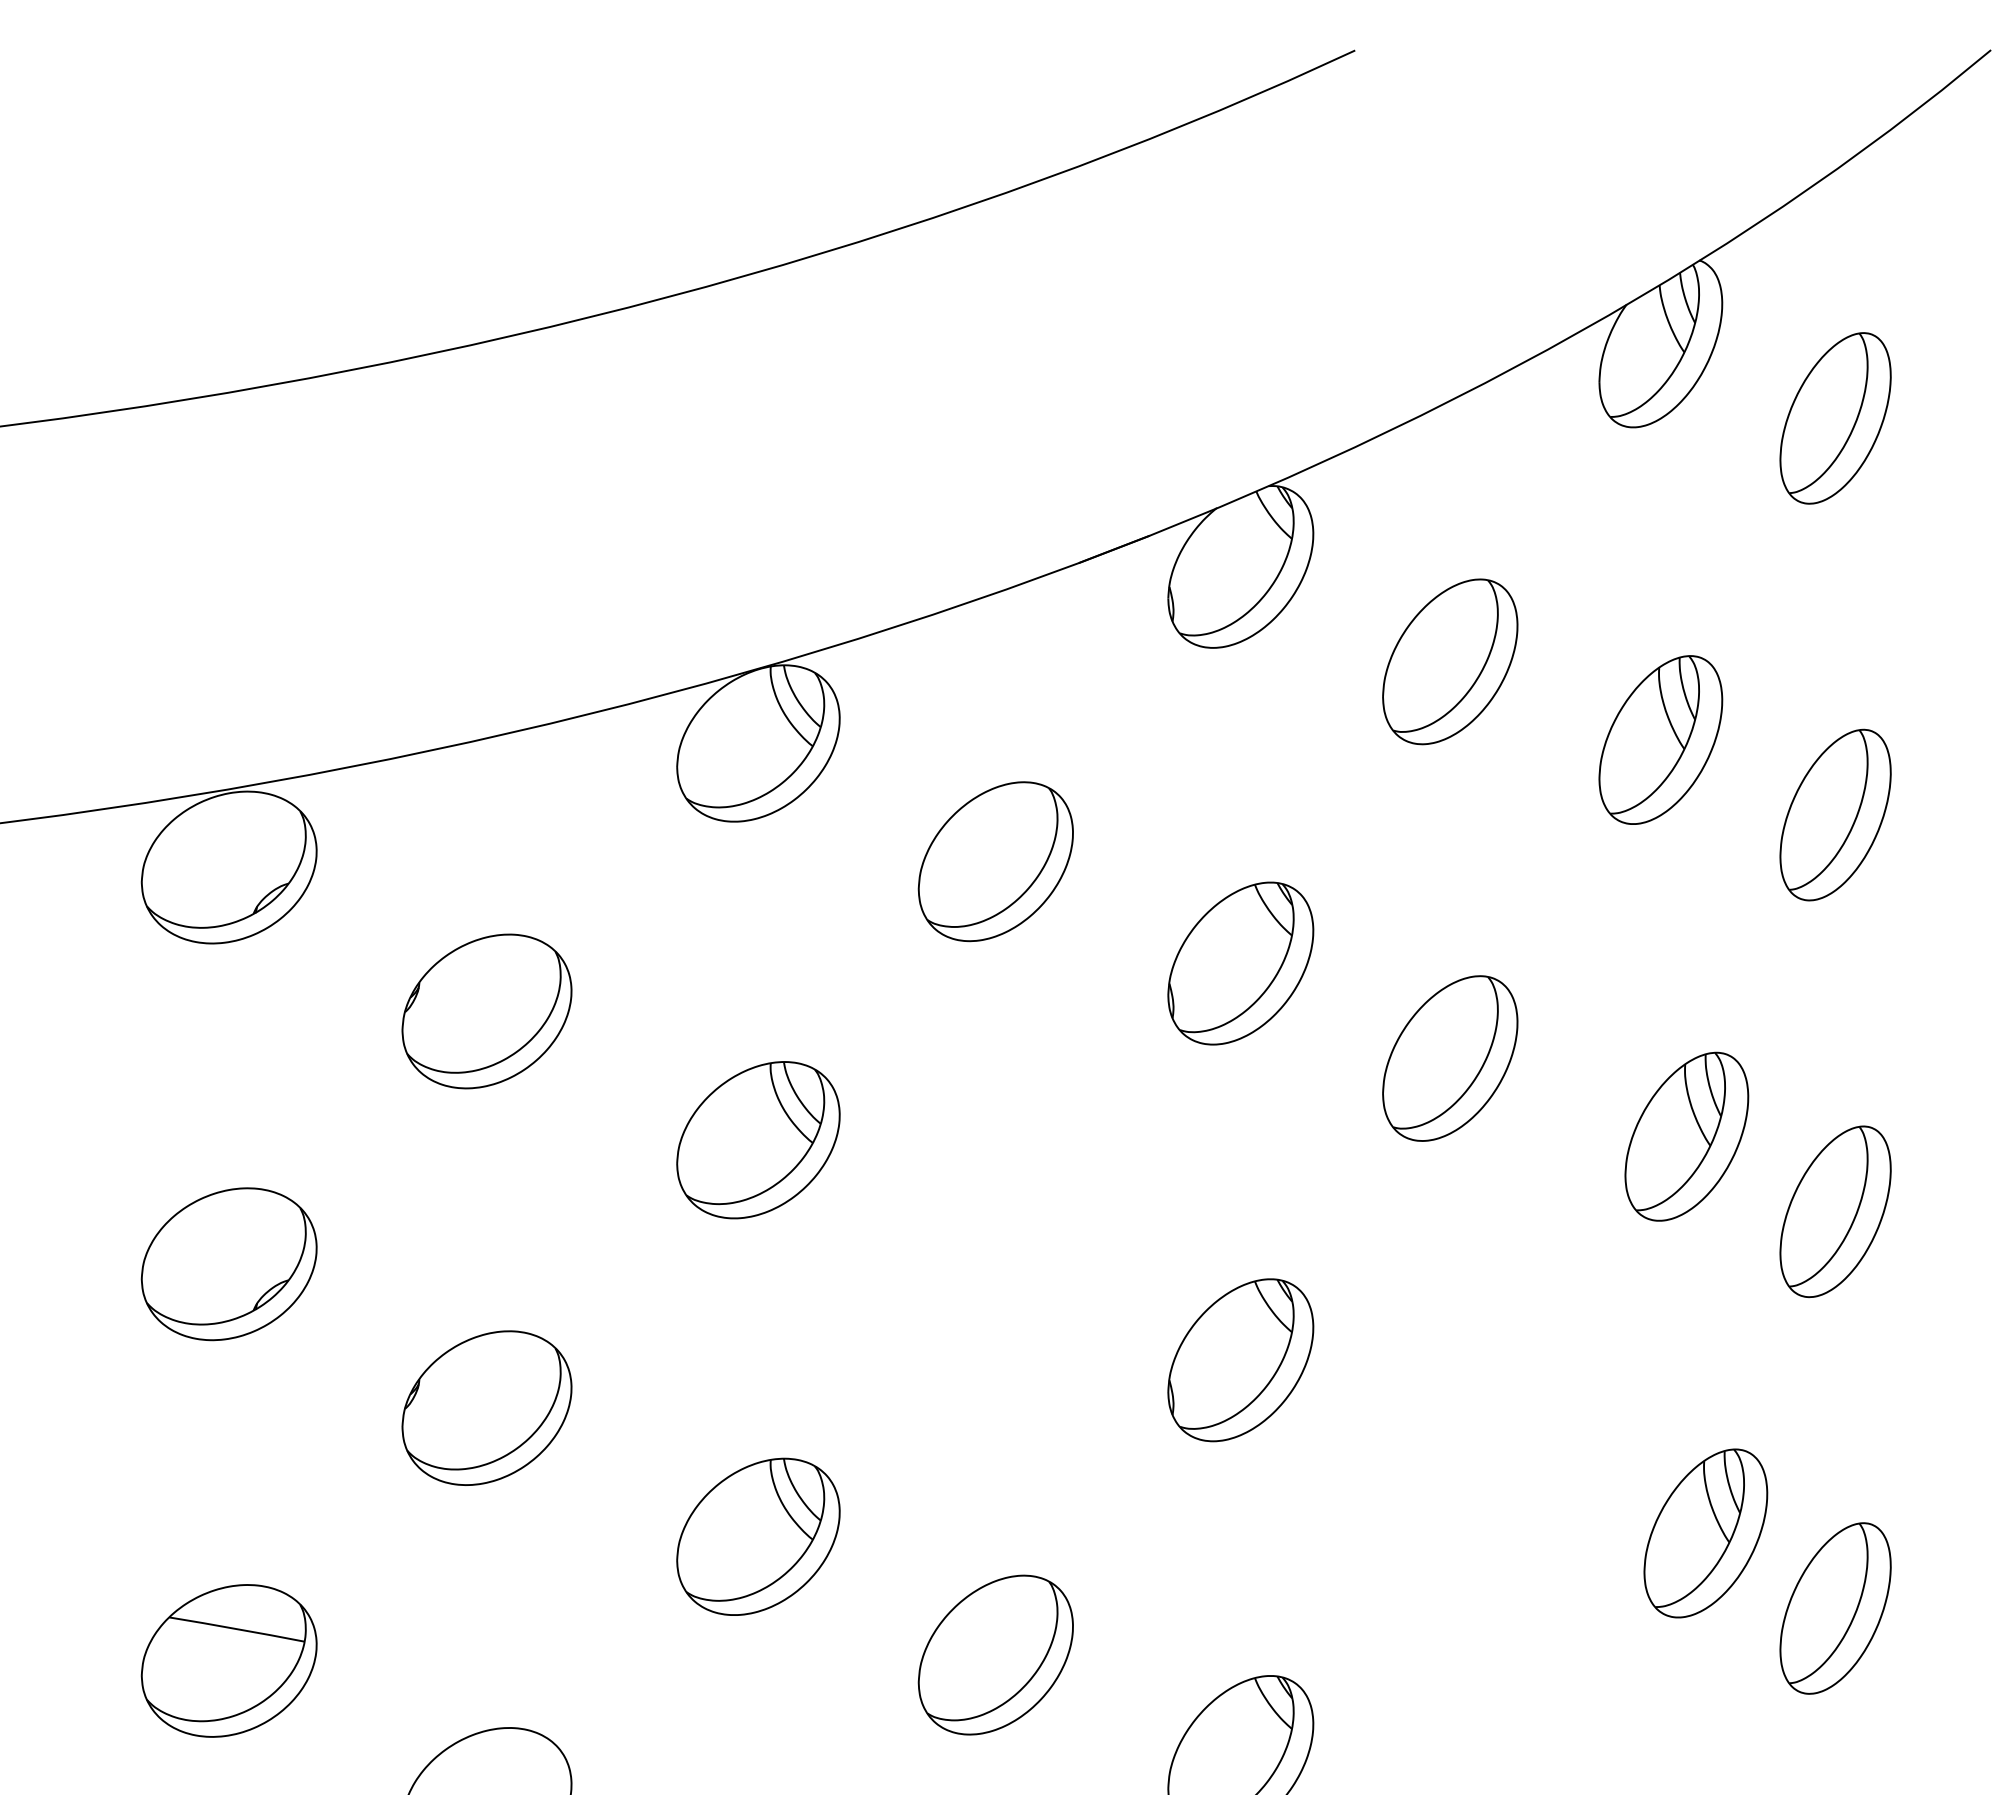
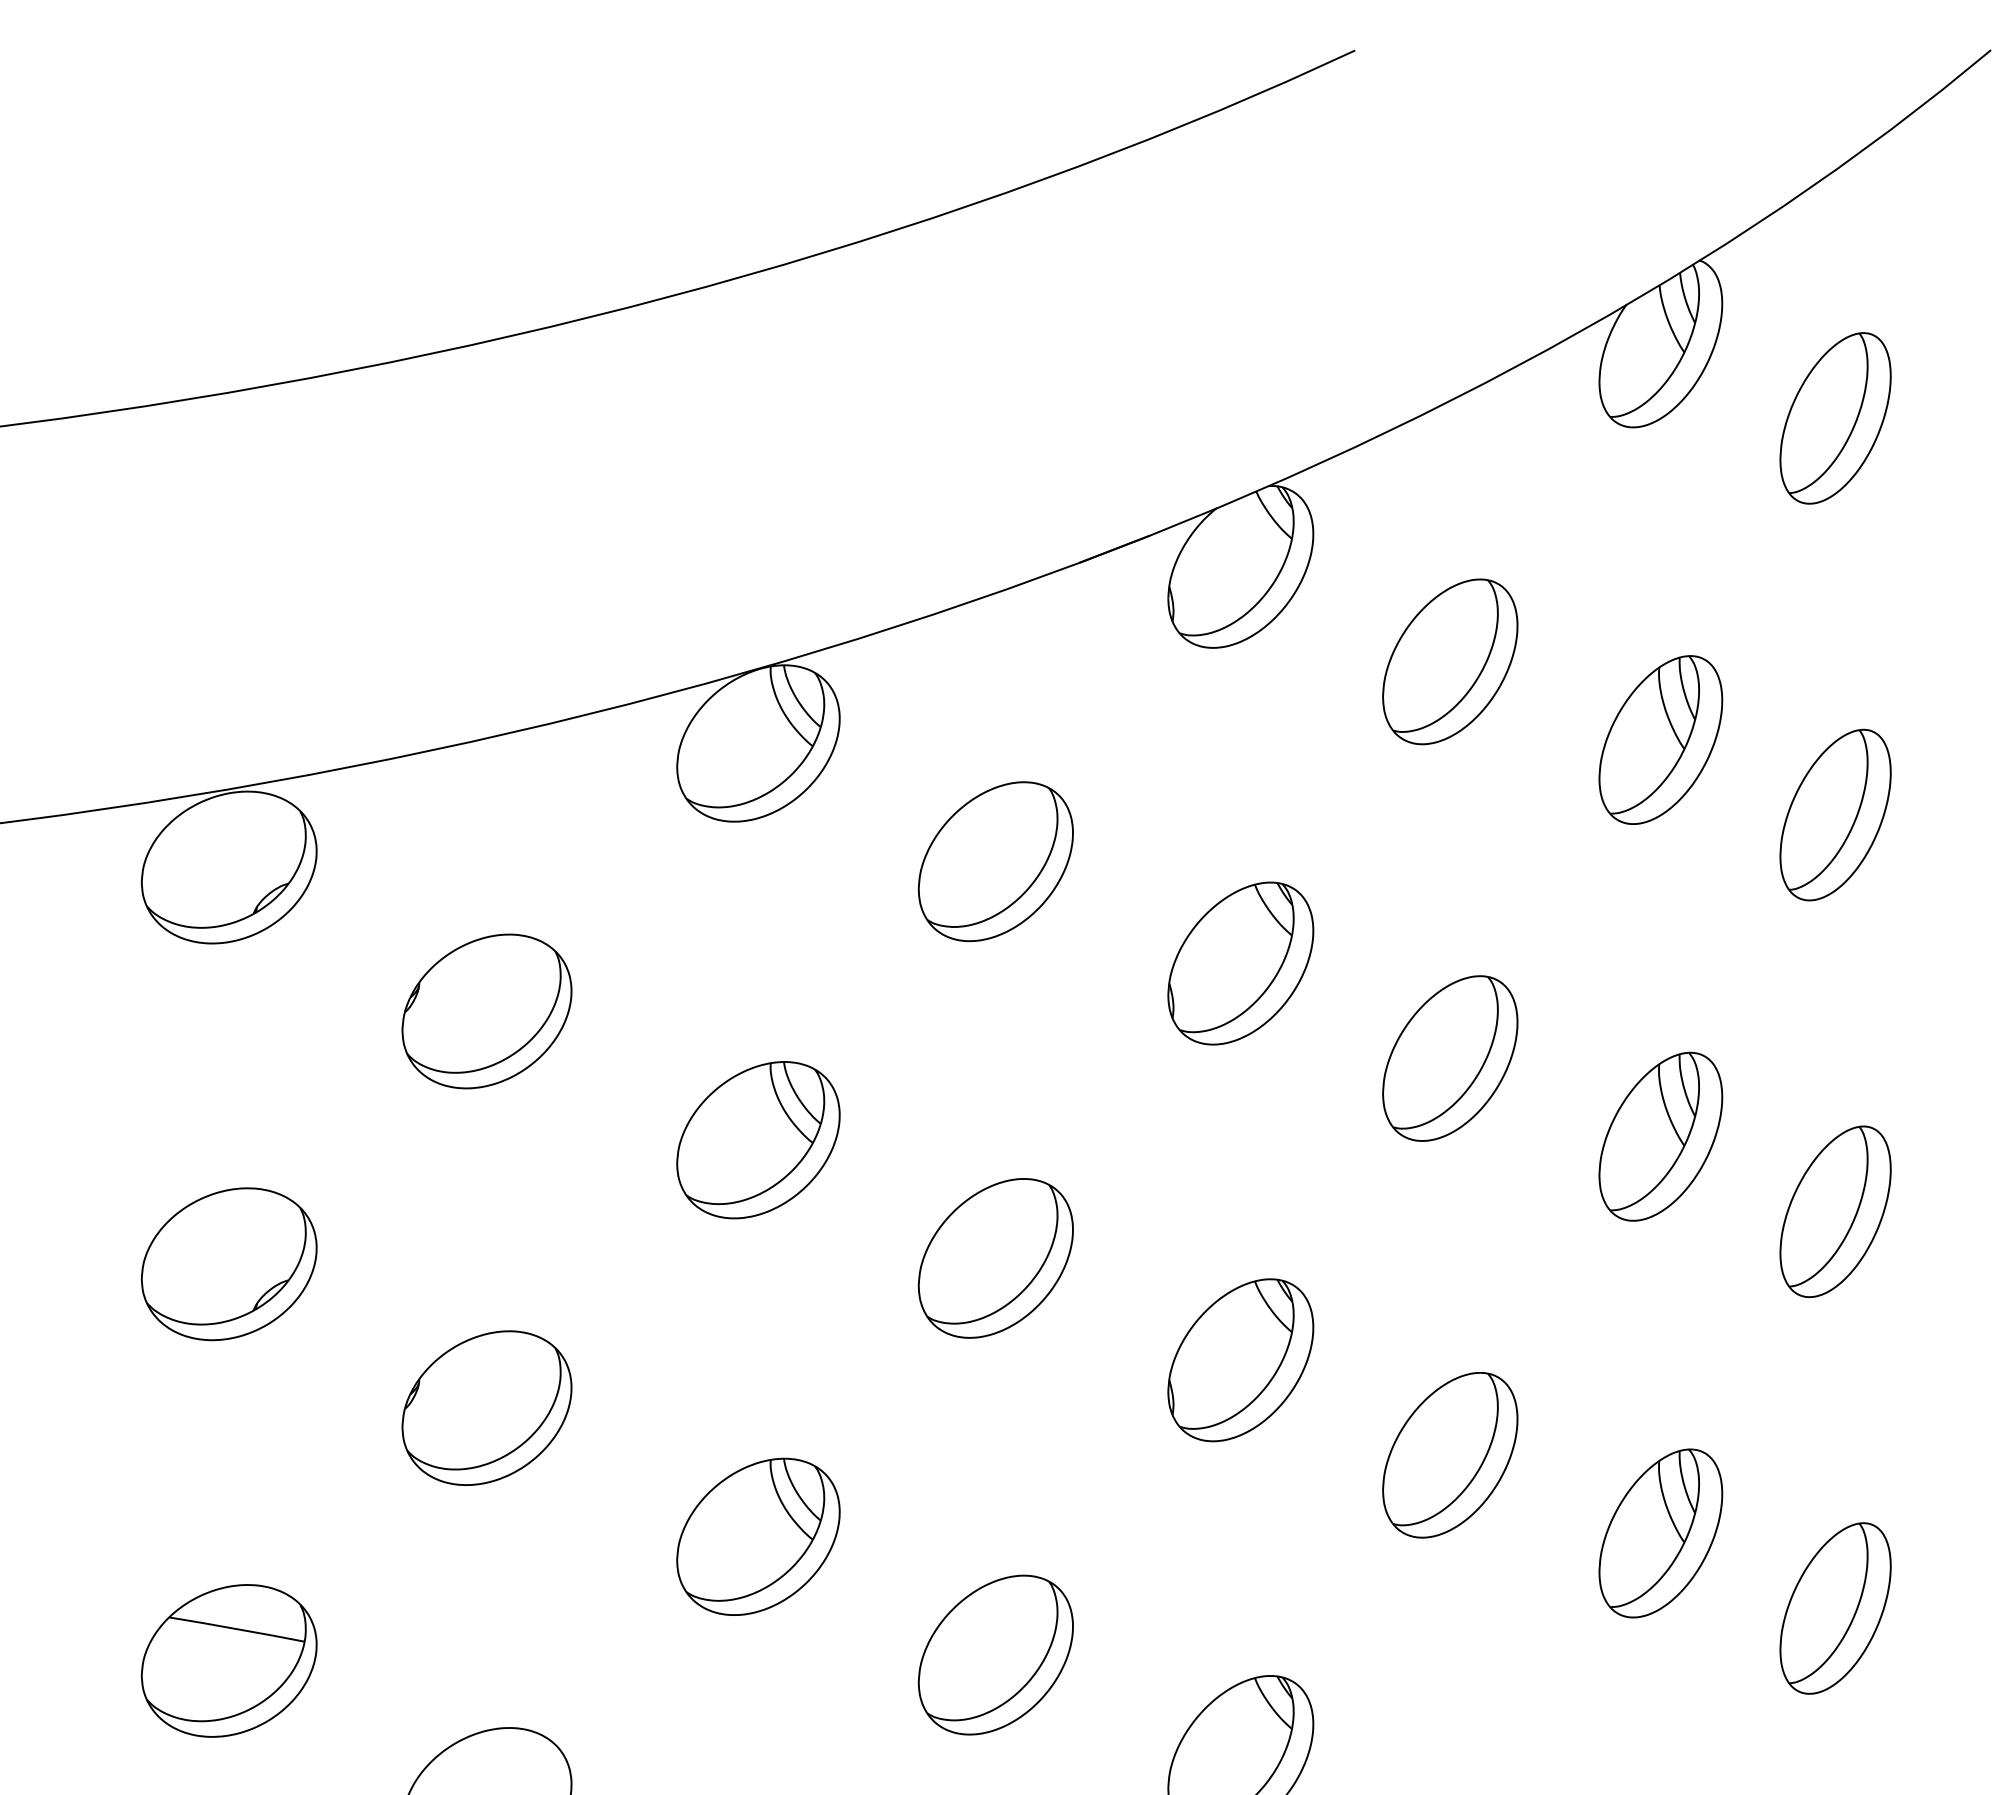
part at (1686, 1136) position: (1686, 1136) -> (1660, 1136)
part at (995, 1258): none -> present
part at (1450, 1455): none -> present
part at (1705, 1533) position: (1705, 1533) -> (1660, 1533)
